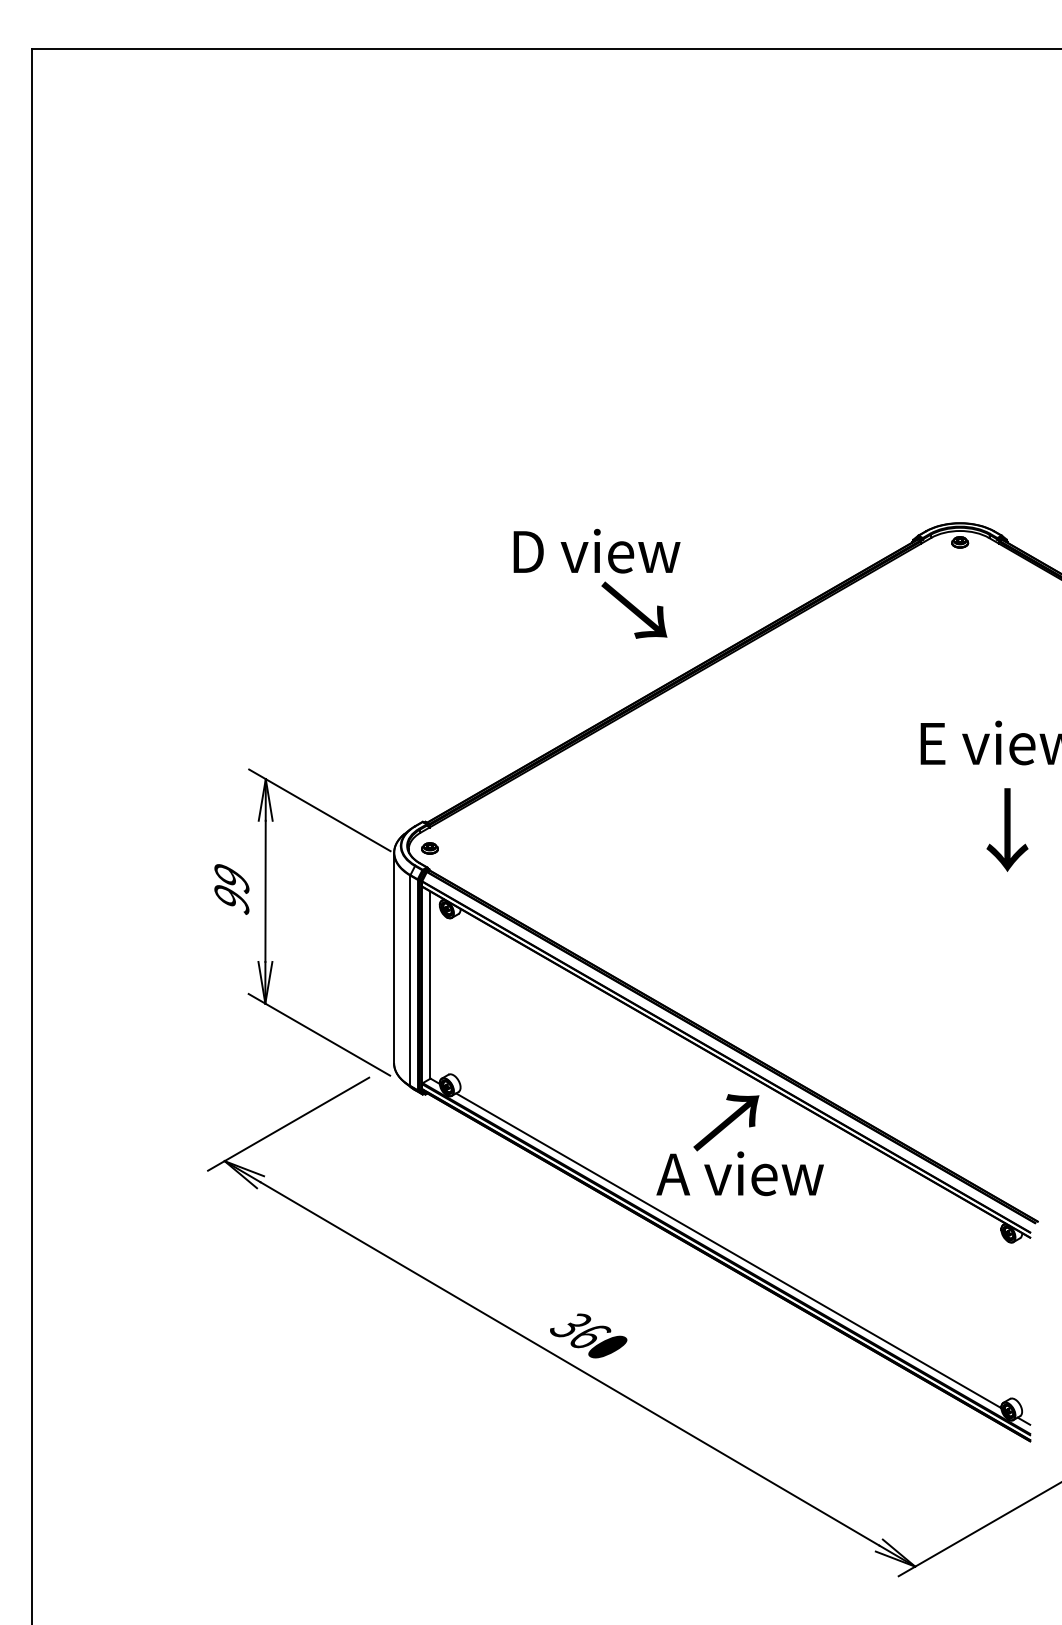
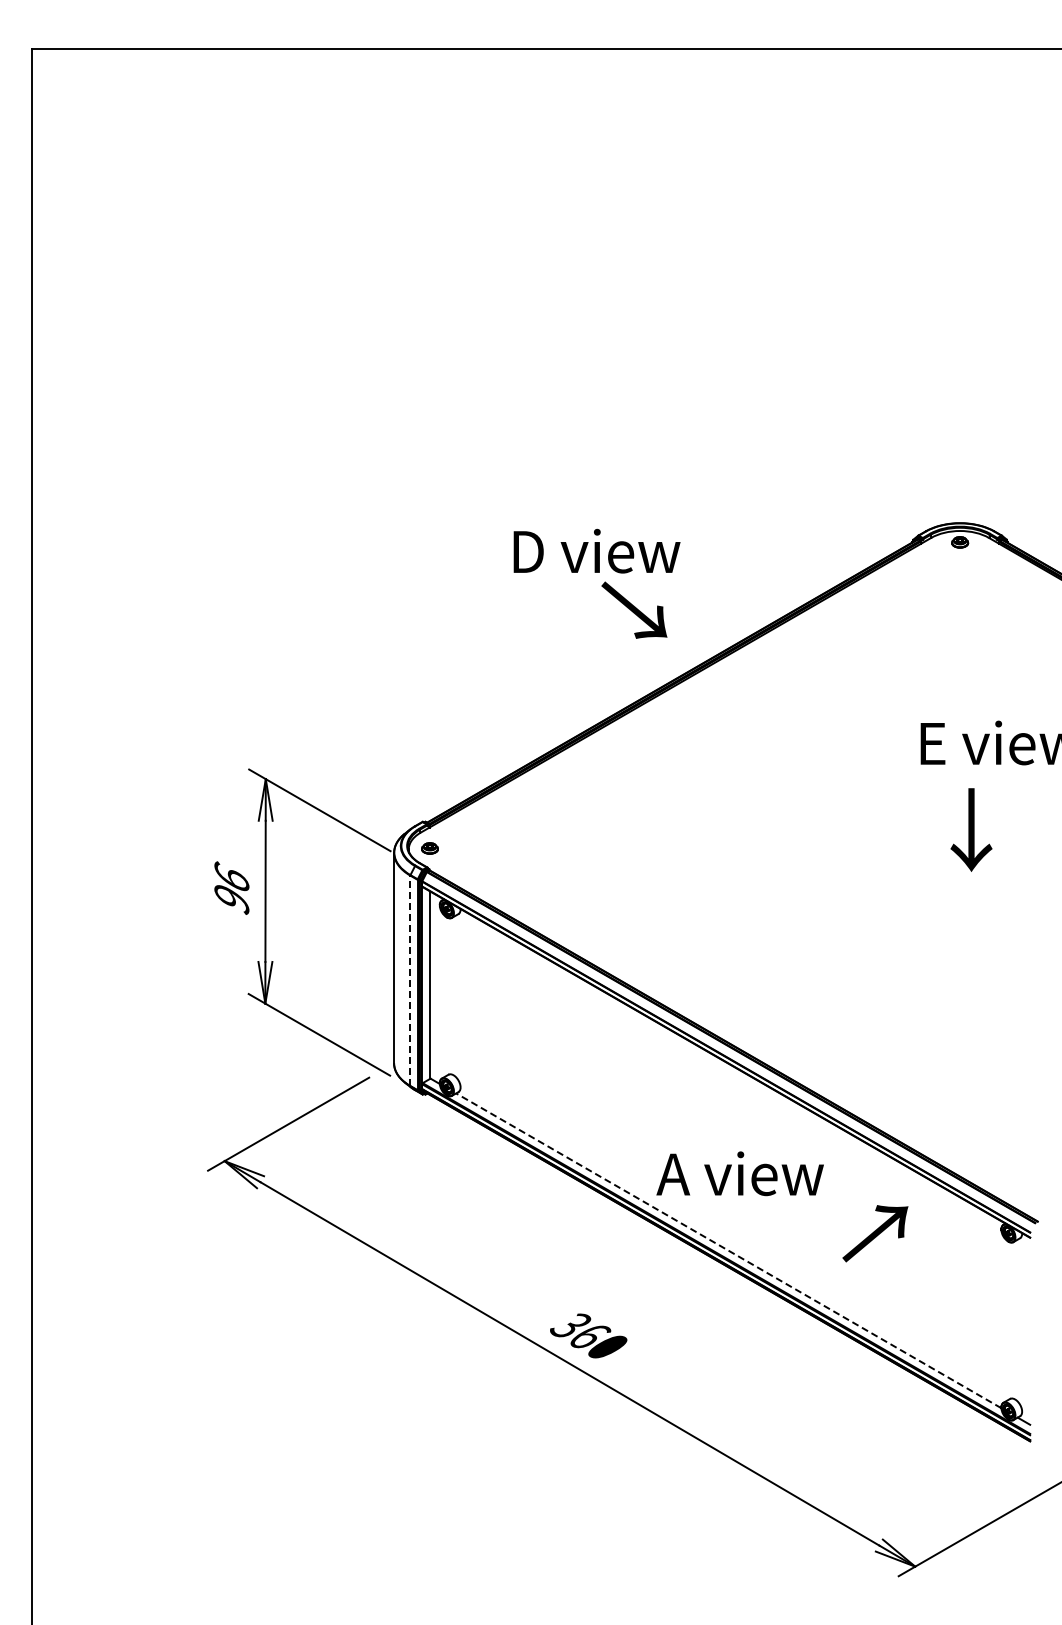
text at (1007, 829) position: (1007, 829) -> (971, 829)
text at (231, 877): 99 -> 96
line at (410, 980): solid -> dashed
text at (726, 1122) position: (726, 1122) -> (875, 1233)
line at (728, 1250): solid -> dashed
